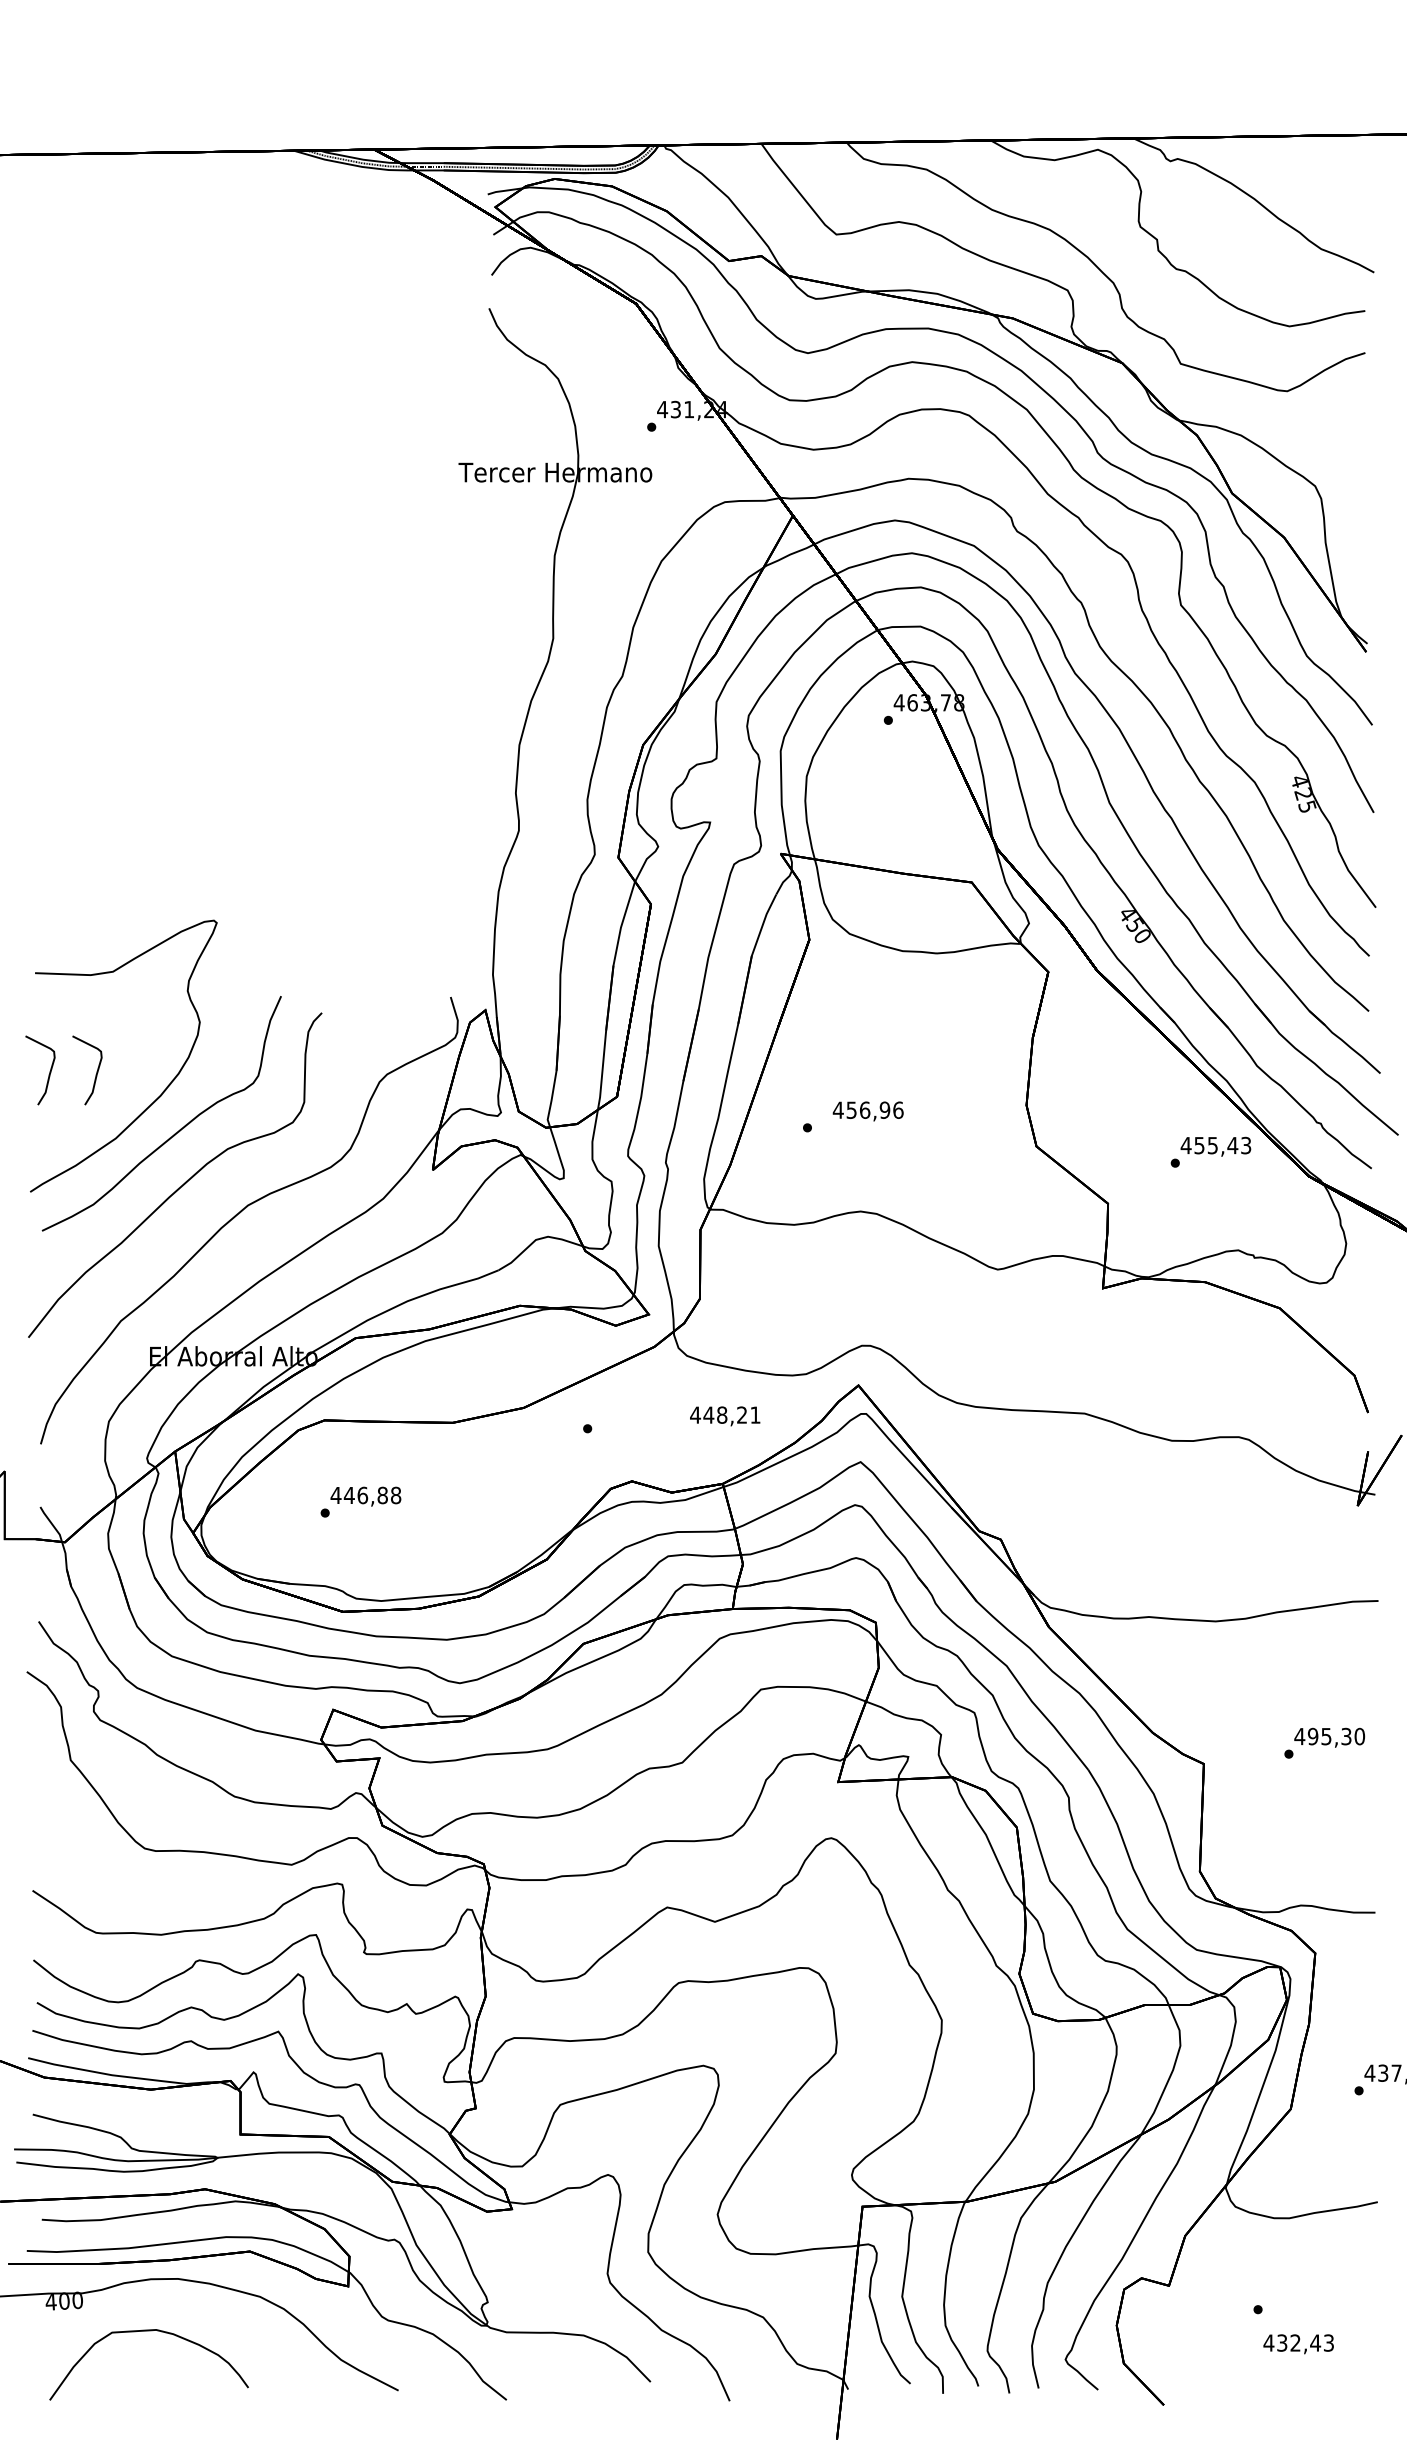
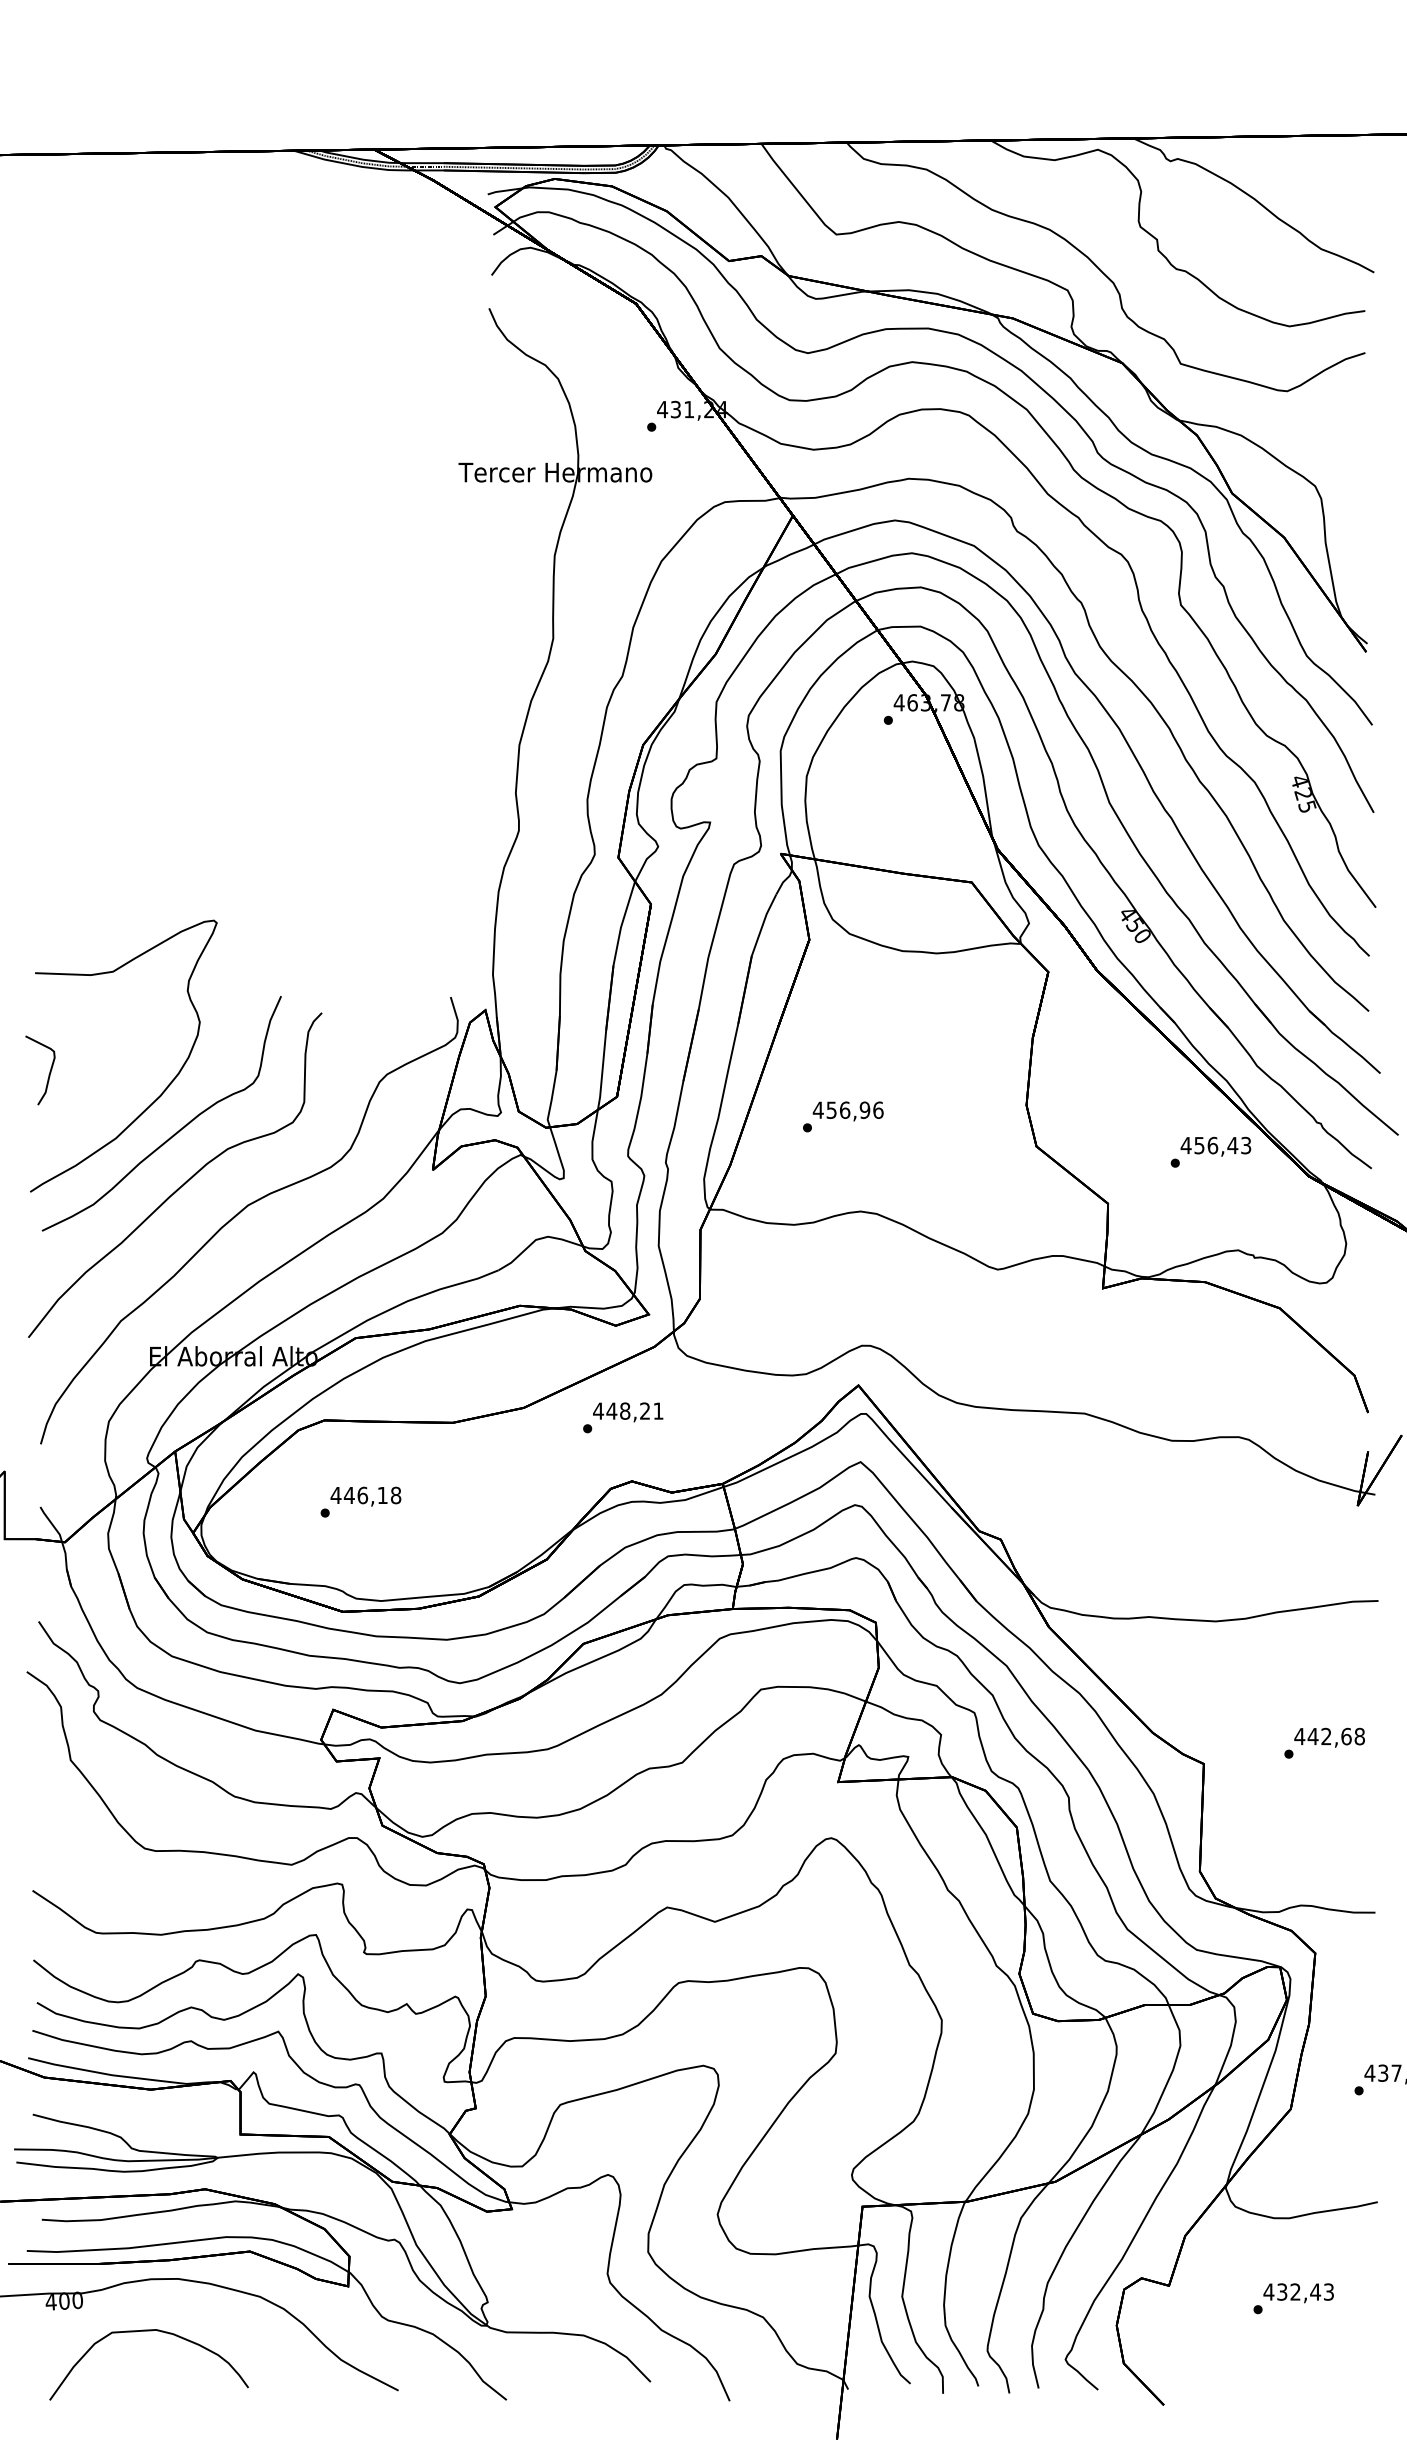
part at (95, 1074): present -> none
text at (867, 1111) position: (867, 1111) -> (847, 1111)
text at (1212, 1145): 455,43 -> 456,43
text at (725, 1416) position: (725, 1416) -> (628, 1412)
text at (382, 1495): 446,88 -> 446,18
text at (1336, 1736): 495,30 -> 442,68
text at (1298, 2344) position: (1298, 2344) -> (1298, 2293)
